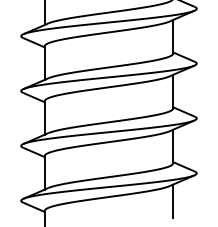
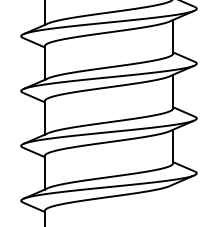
line at (173, 201): present -> none
